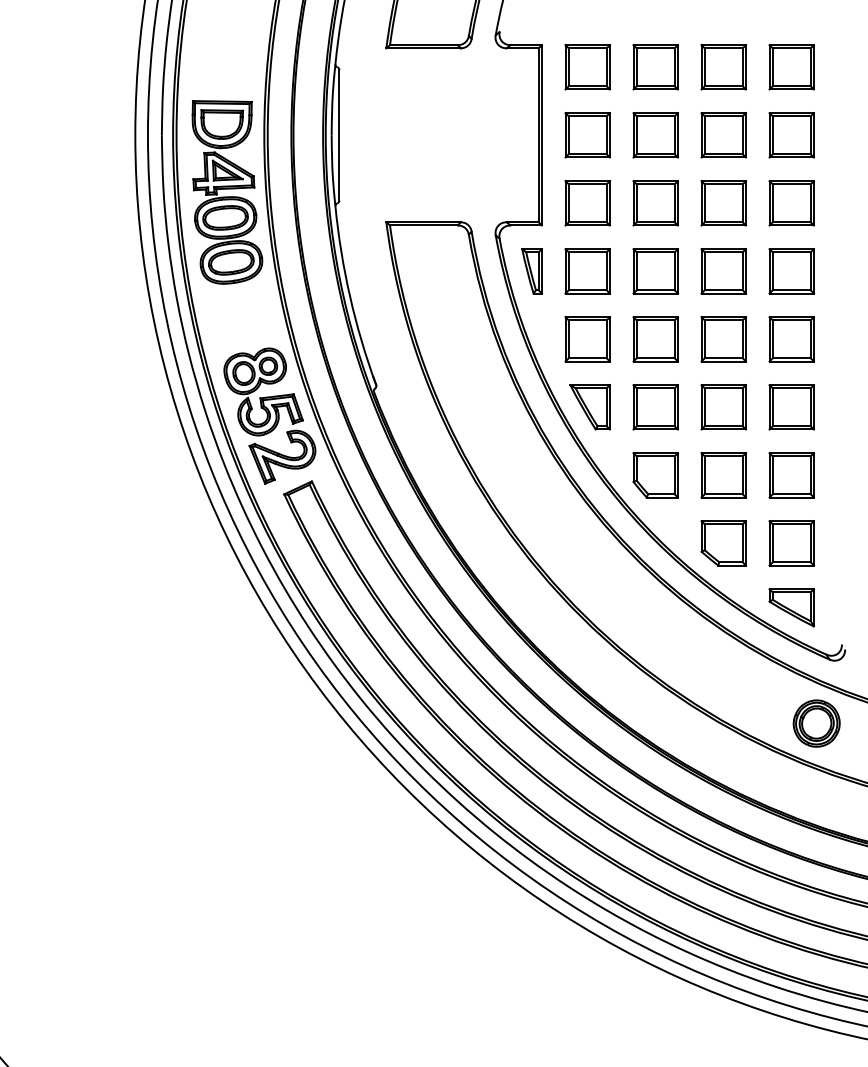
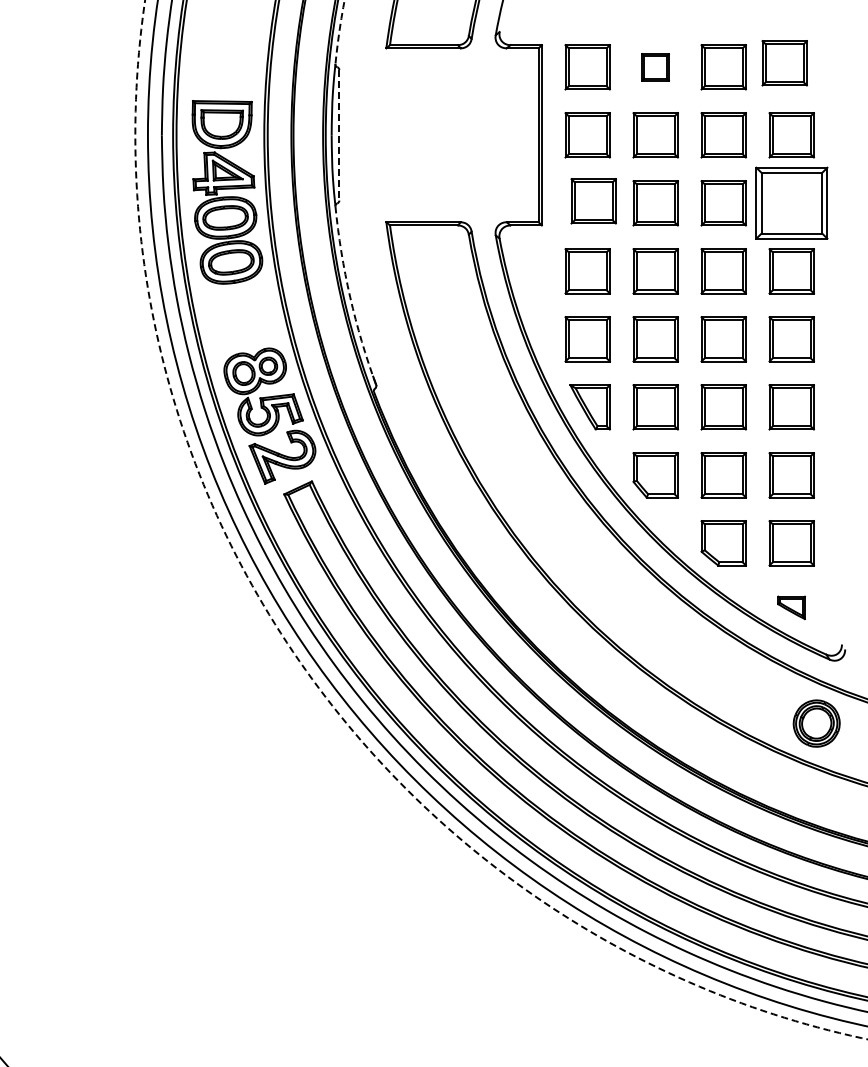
arc at (339, 32): solid -> dashed
part at (655, 67) size: 47x47 px -> 29x29 px
part at (791, 67) position: (791, 67) -> (784, 63)
line at (339, 135): solid -> dashed
part at (587, 203) position: (587, 203) -> (593, 201)
part at (791, 203) size: 47x47 px -> 74x74 px
part at (531, 271): present -> none
arc at (350, 297): solid -> dashed
circle at (501, 519): solid -> dashed
part at (791, 607) size: 47x40 px -> 29x26 px
